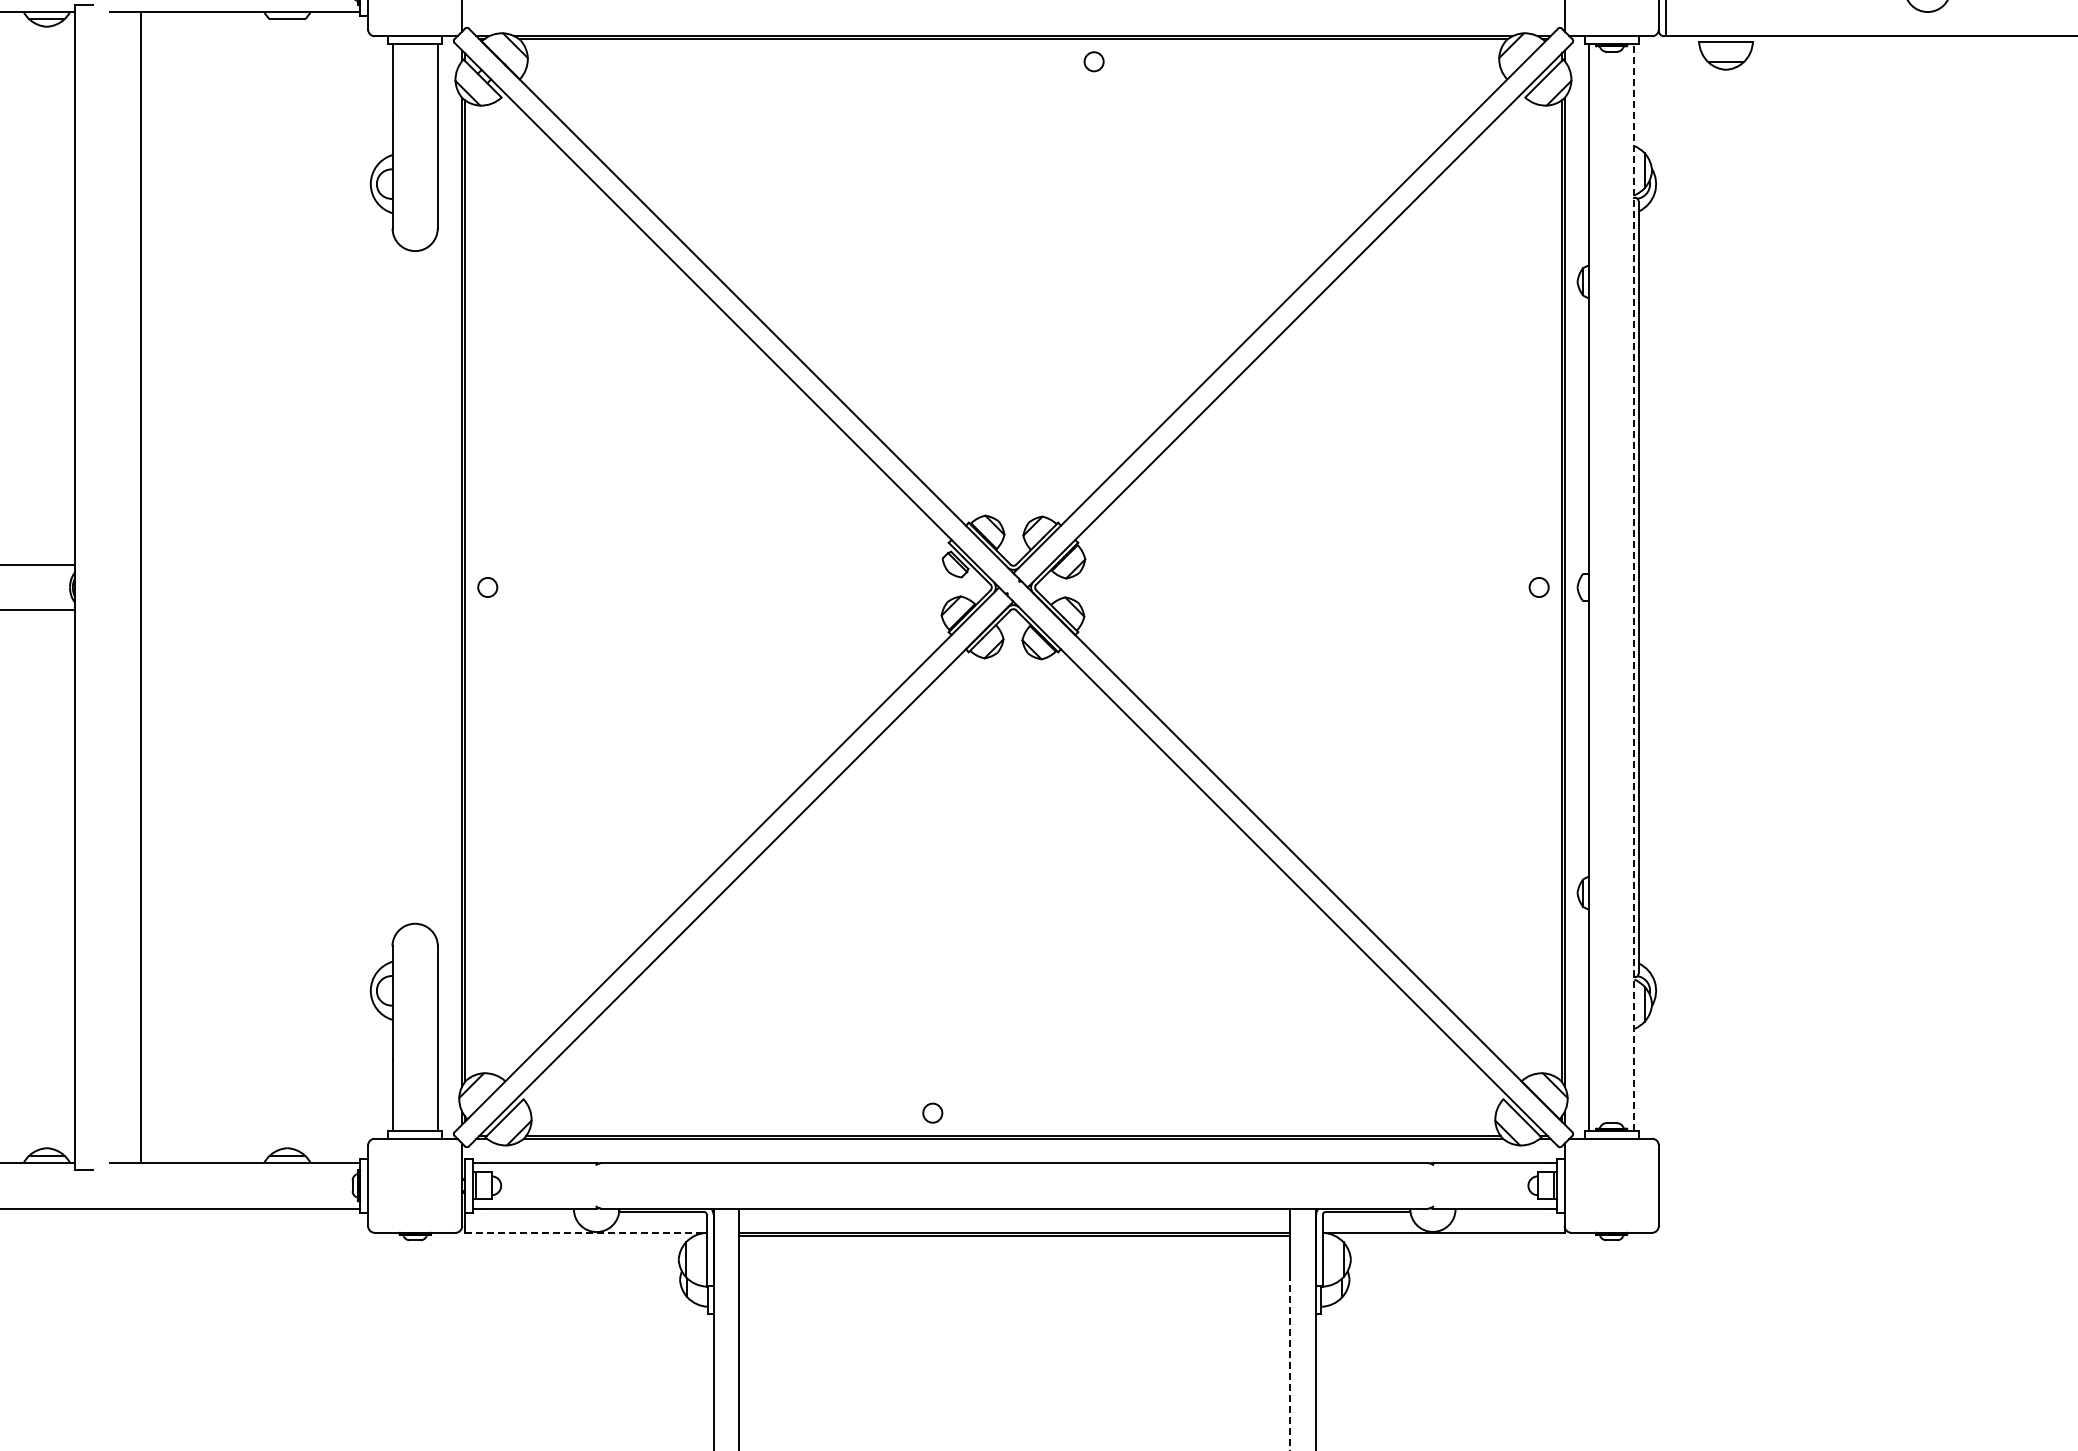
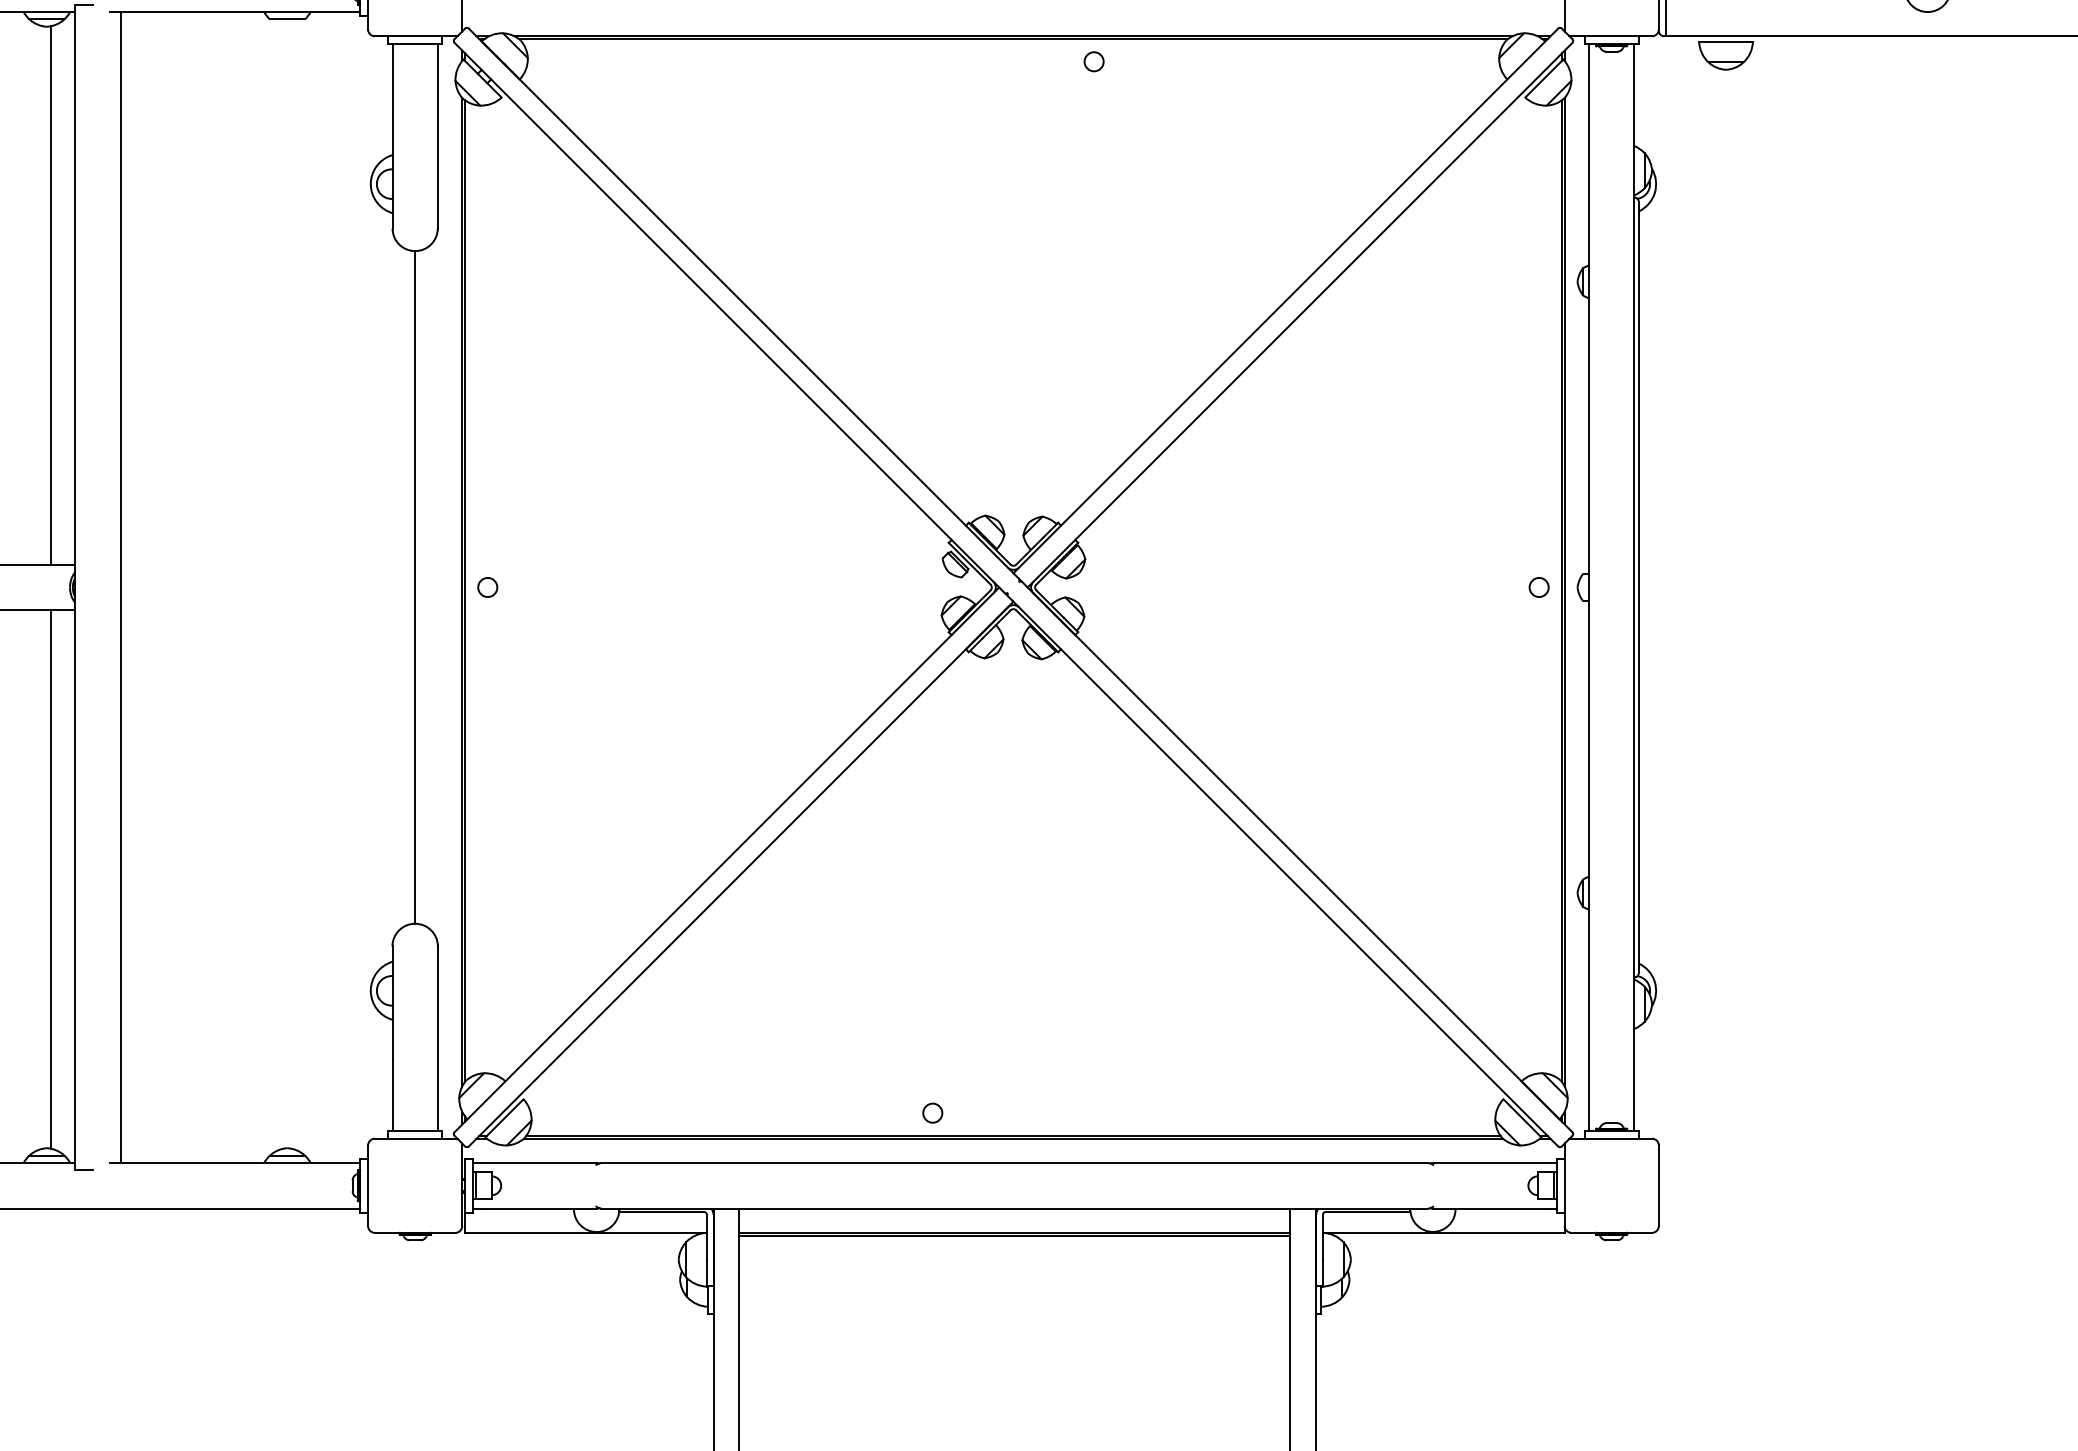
line at (51, 295): none -> present
line at (140, 587) position: (140, 587) -> (120, 587)
line at (415, 587): none -> present
line at (1634, 587): dashed -> solid
line at (51, 879): none -> present
line at (585, 1232): dashed -> solid
line at (1290, 1362): dashed -> solid
